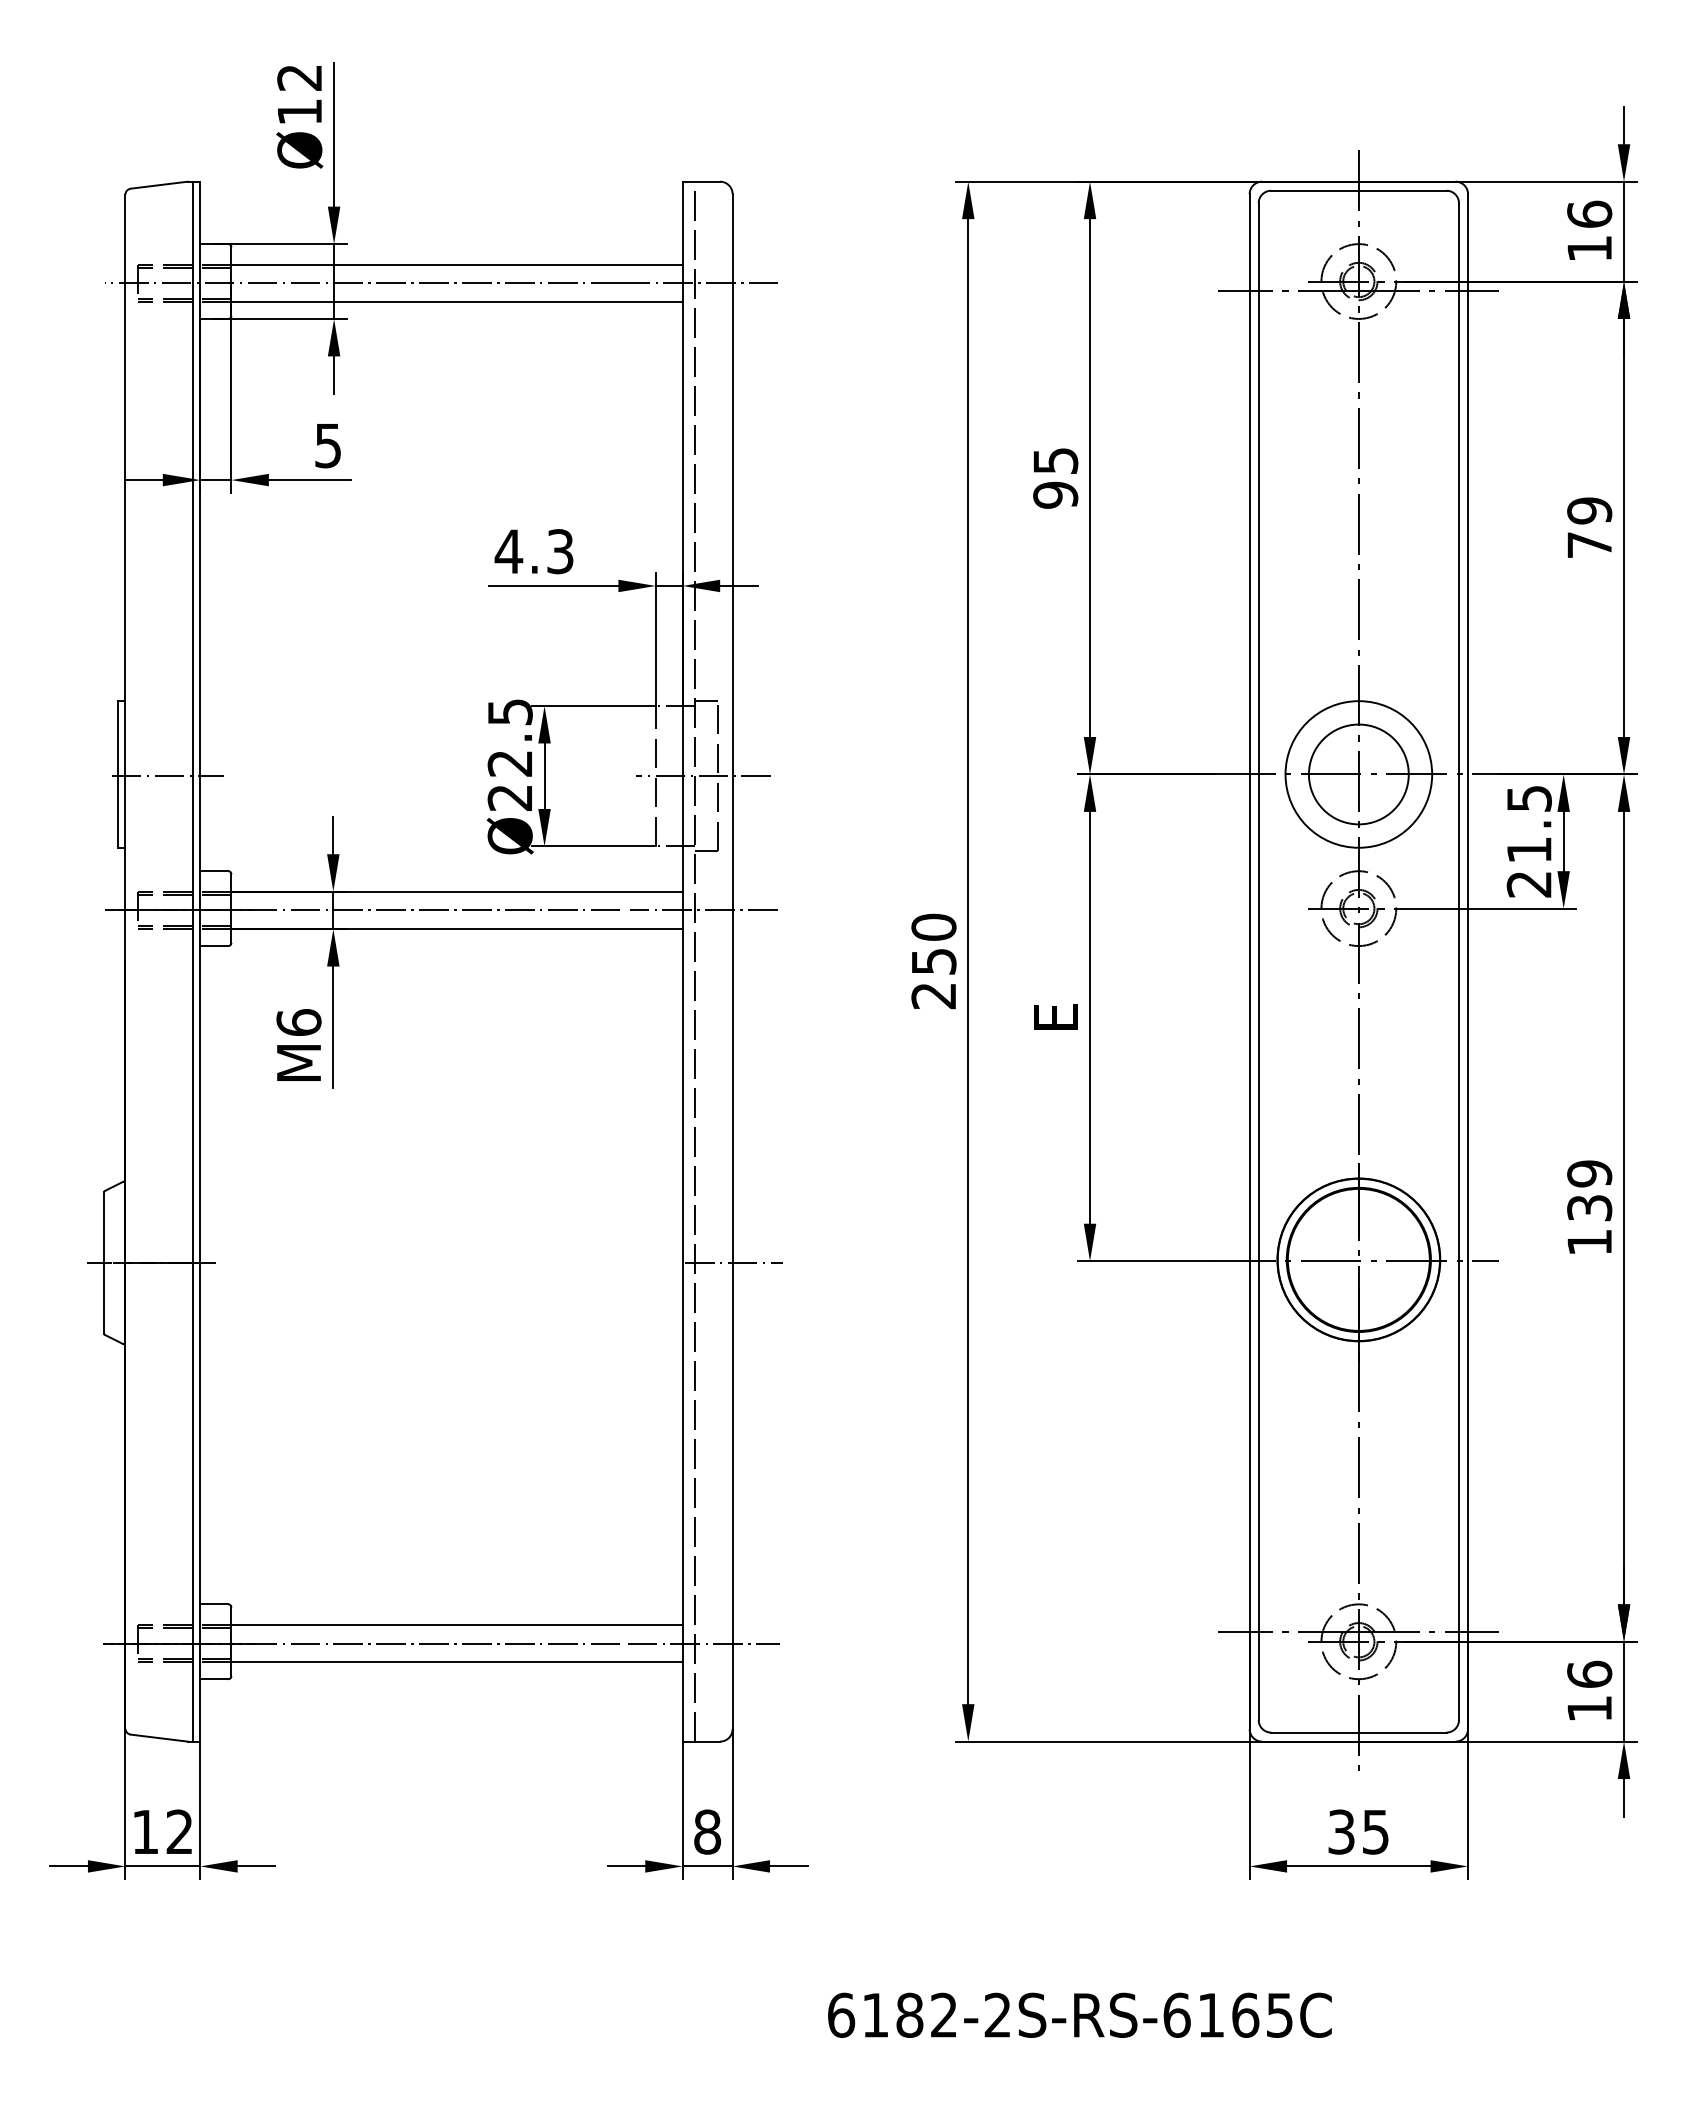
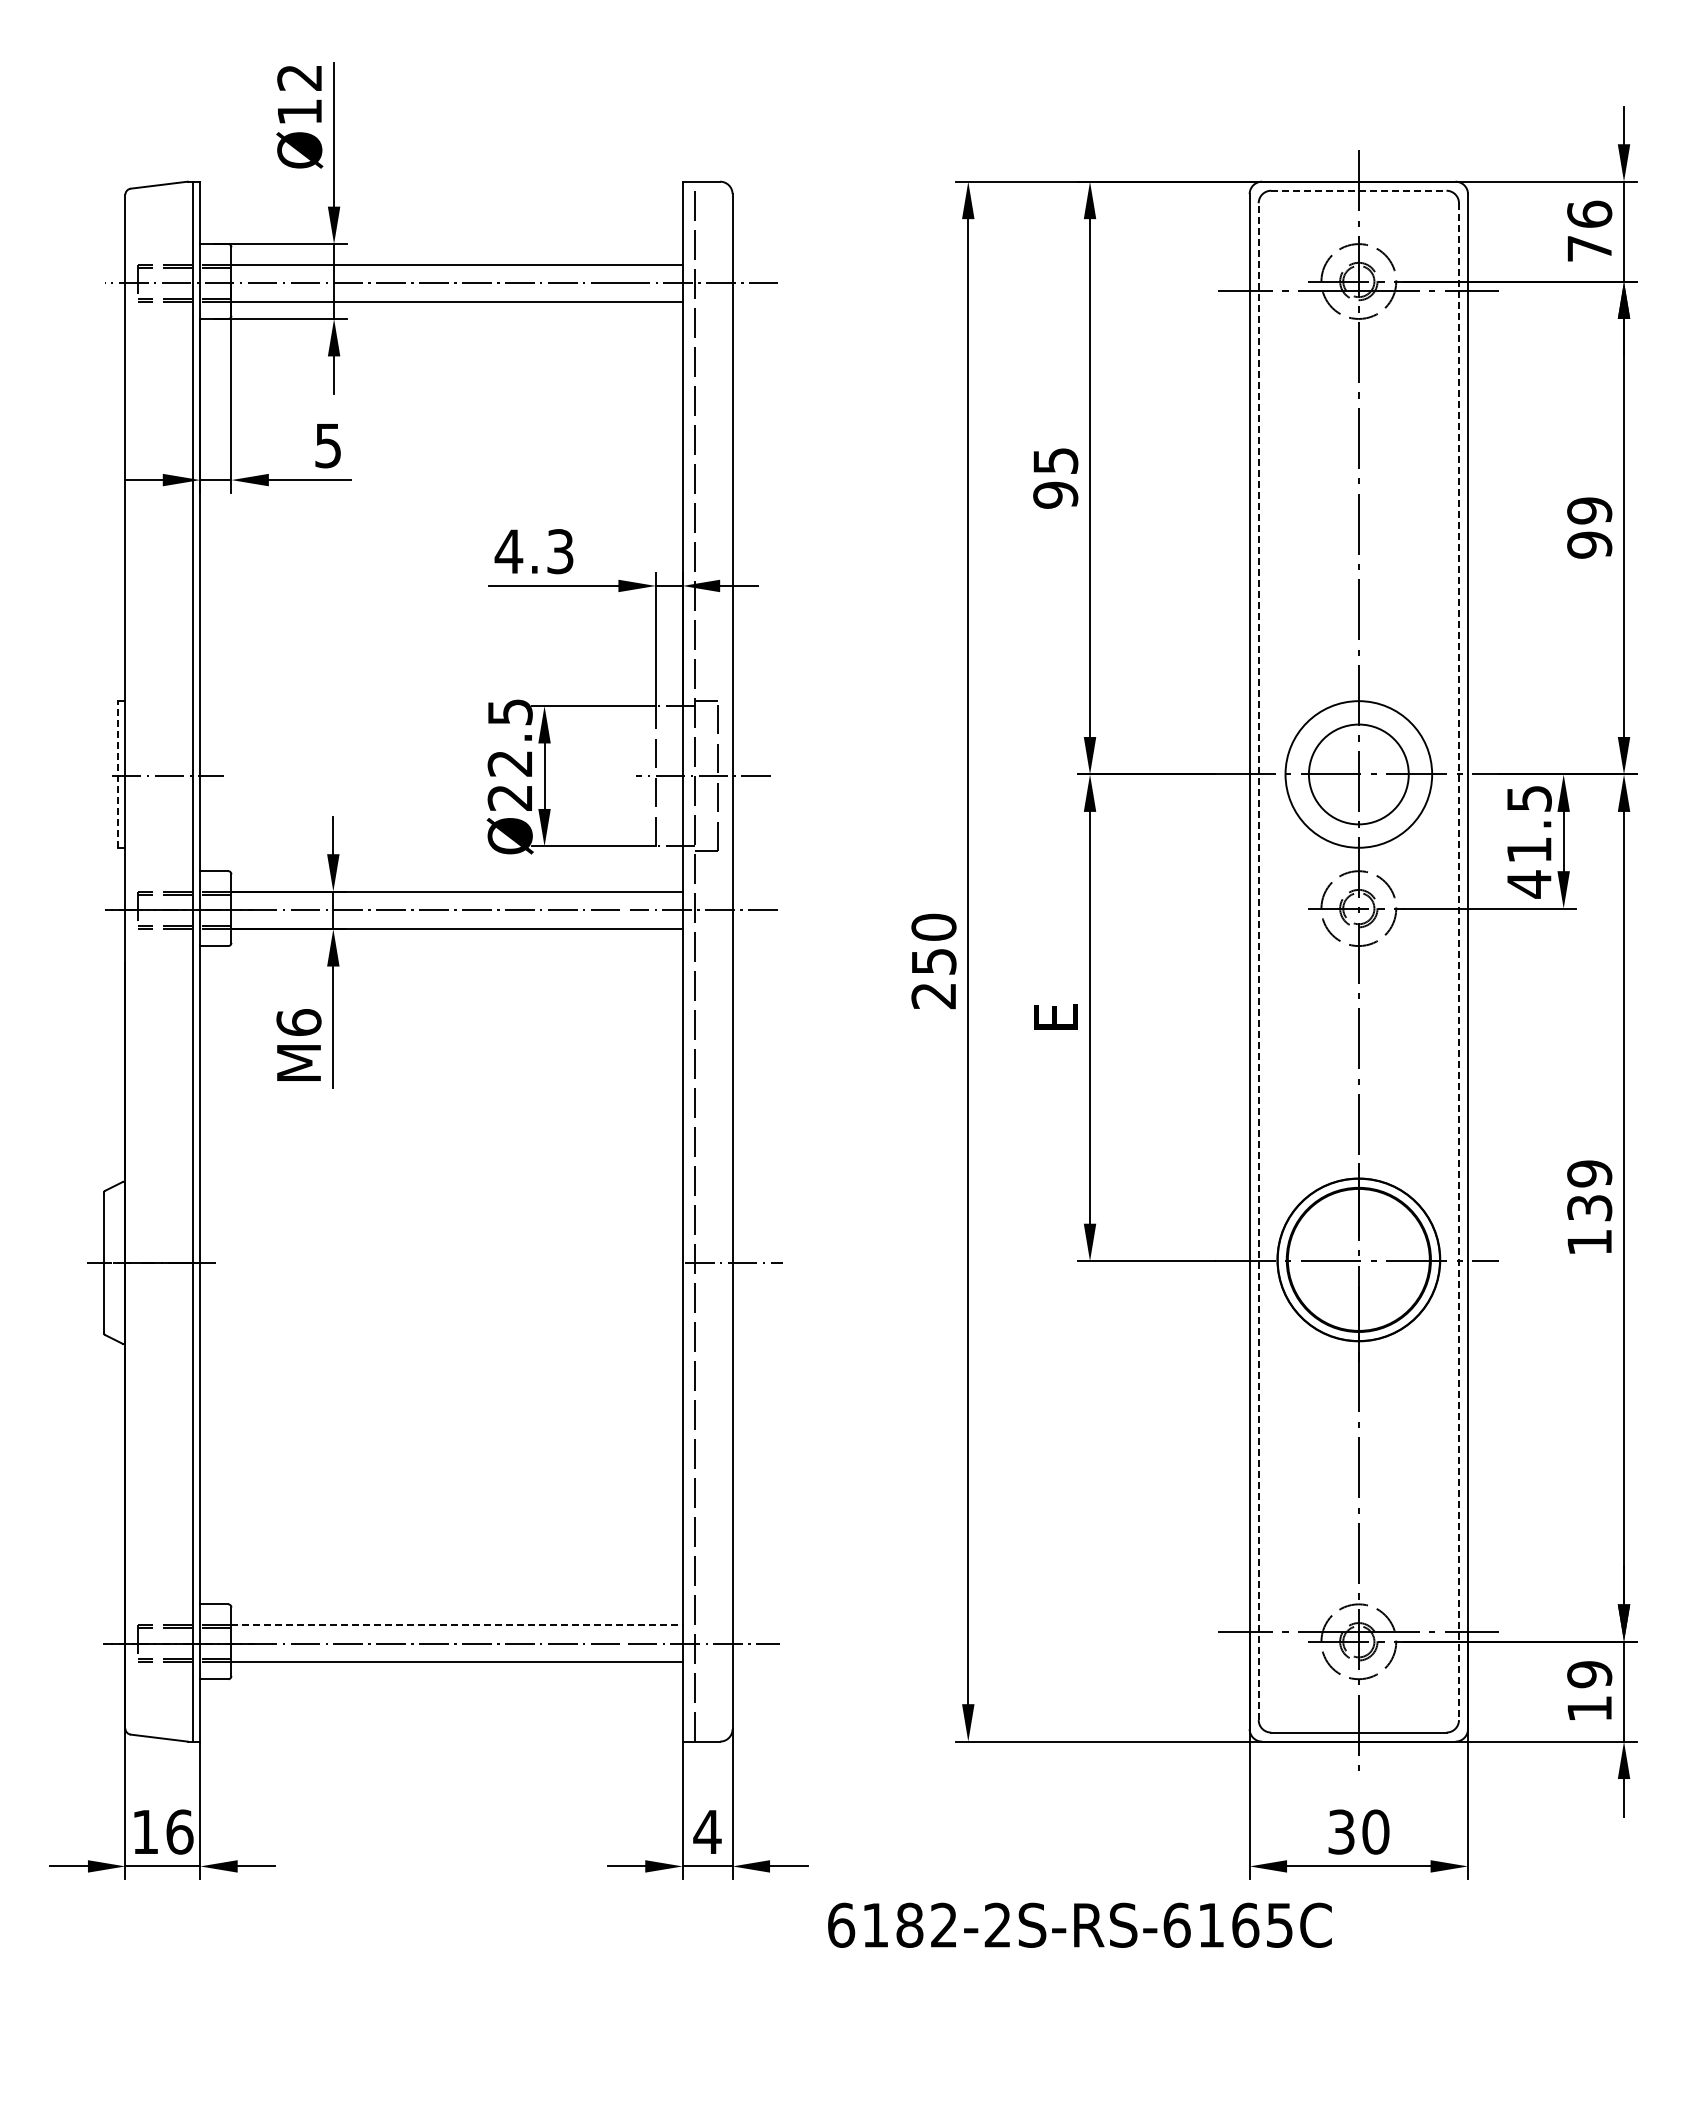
line at (1358, 190): solid -> dashed
text at (1589, 248): 16 -> 76
text at (1589, 544): 79 -> 99
line at (118, 773): solid -> dashed
text at (1528, 884): 21.5 -> 41.5
line at (1258, 961): solid -> dashed
line at (1458, 962): solid -> dashed
line at (457, 1624): solid -> dashed
text at (1589, 1674): 16 -> 19
text at (179, 1831): 12 -> 16
text at (707, 1831): 8 -> 4
text at (1375, 1831): 35 -> 30
text at (1079, 2014) position: (1079, 2014) -> (1079, 1924)
